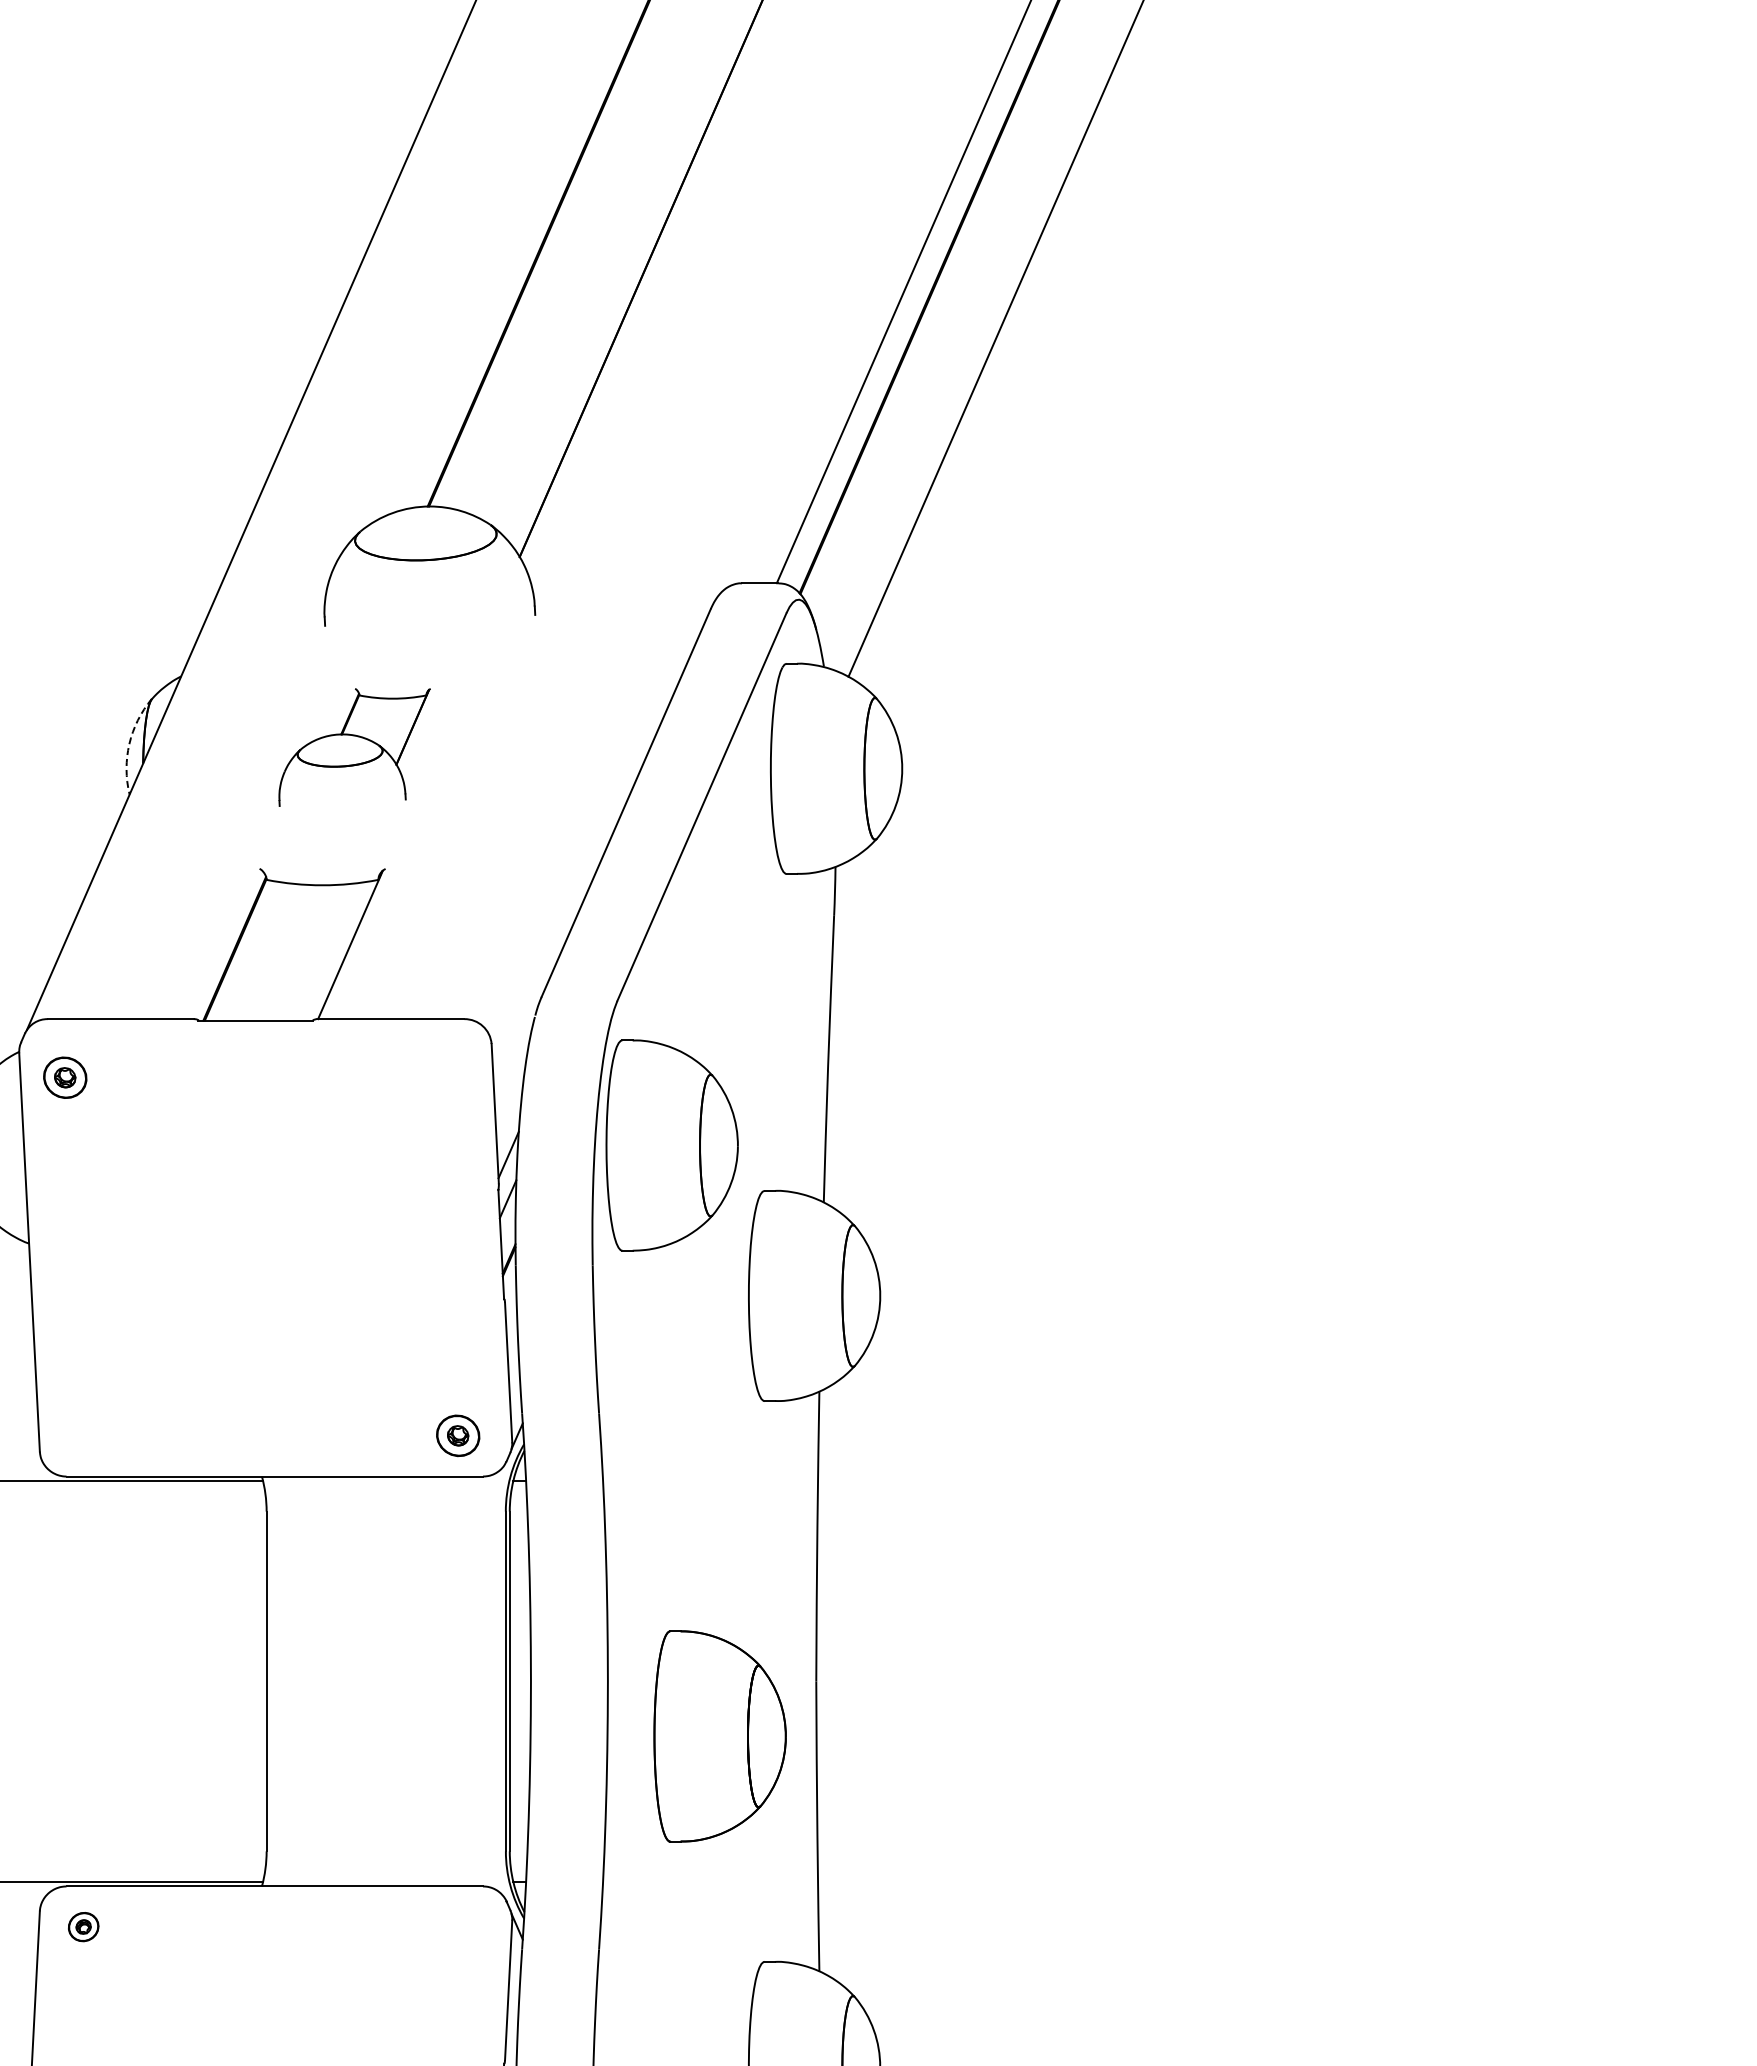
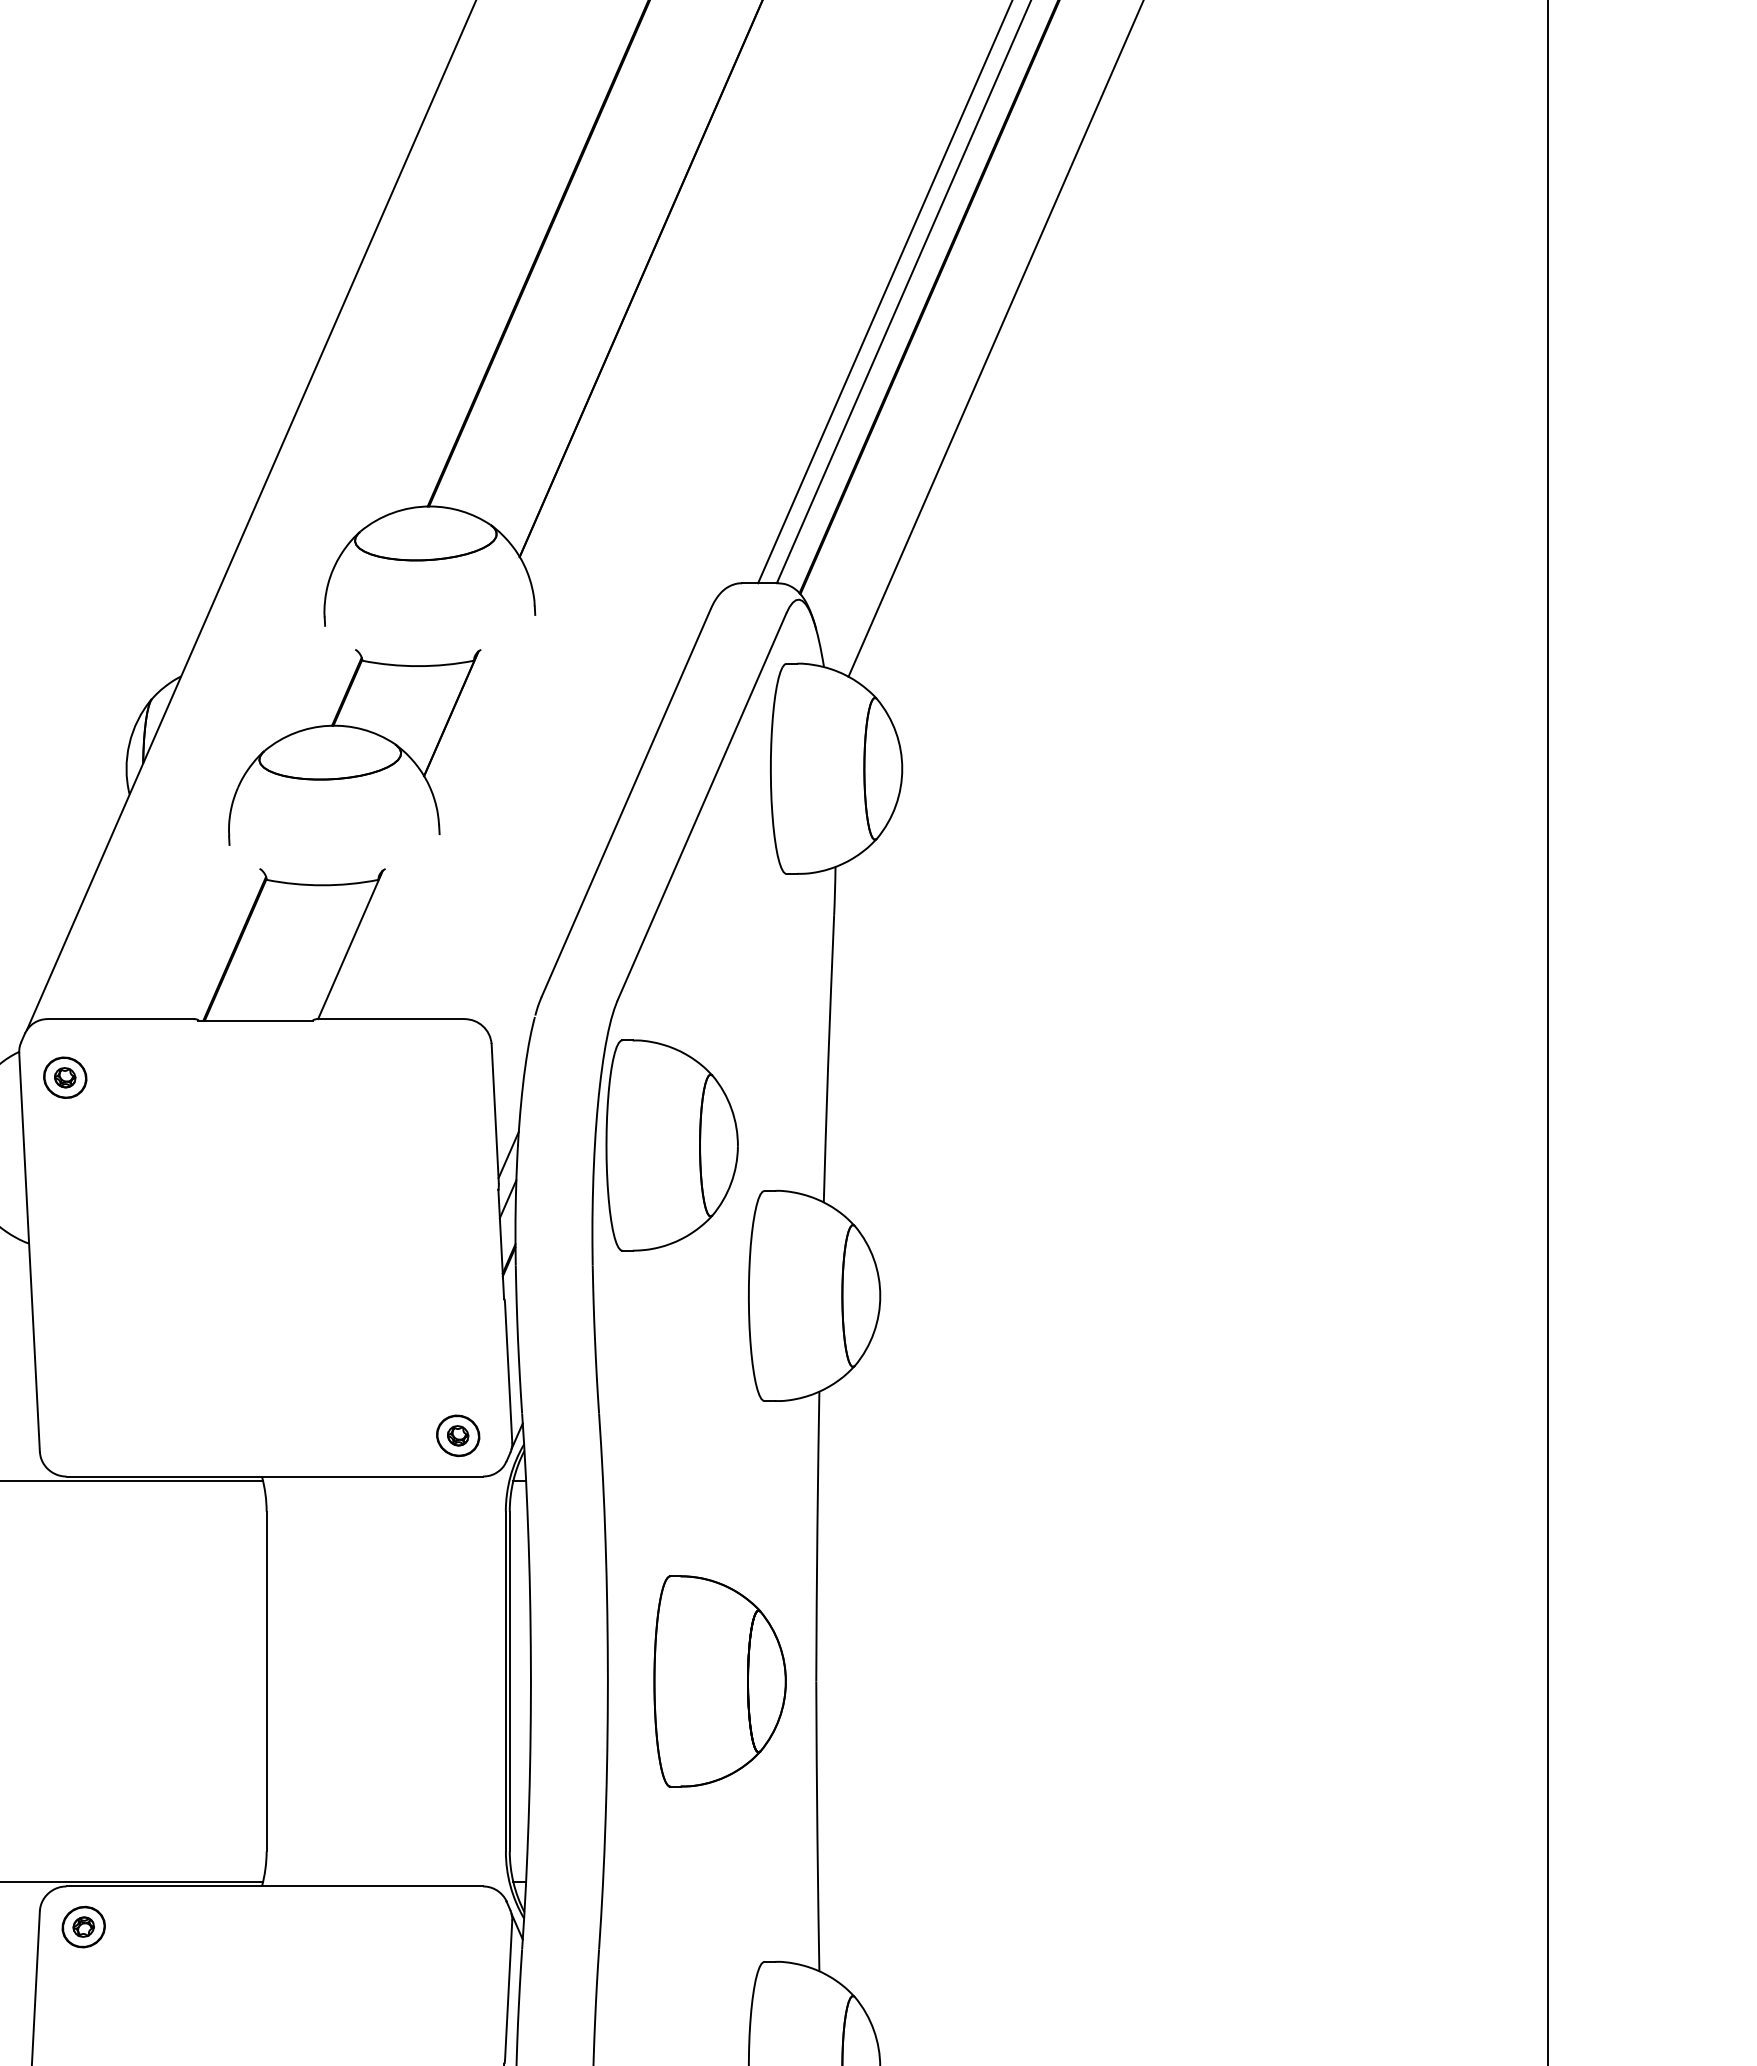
line at (884, 292): none -> present
arc at (129, 744): dashed -> solid
part at (354, 747) size: 153x119 px -> 254x197 px
line at (1548, 1032): none -> present
part at (719, 1736) position: (719, 1736) -> (719, 1681)
part at (83, 1927) size: 32x31 px -> 45x44 px
